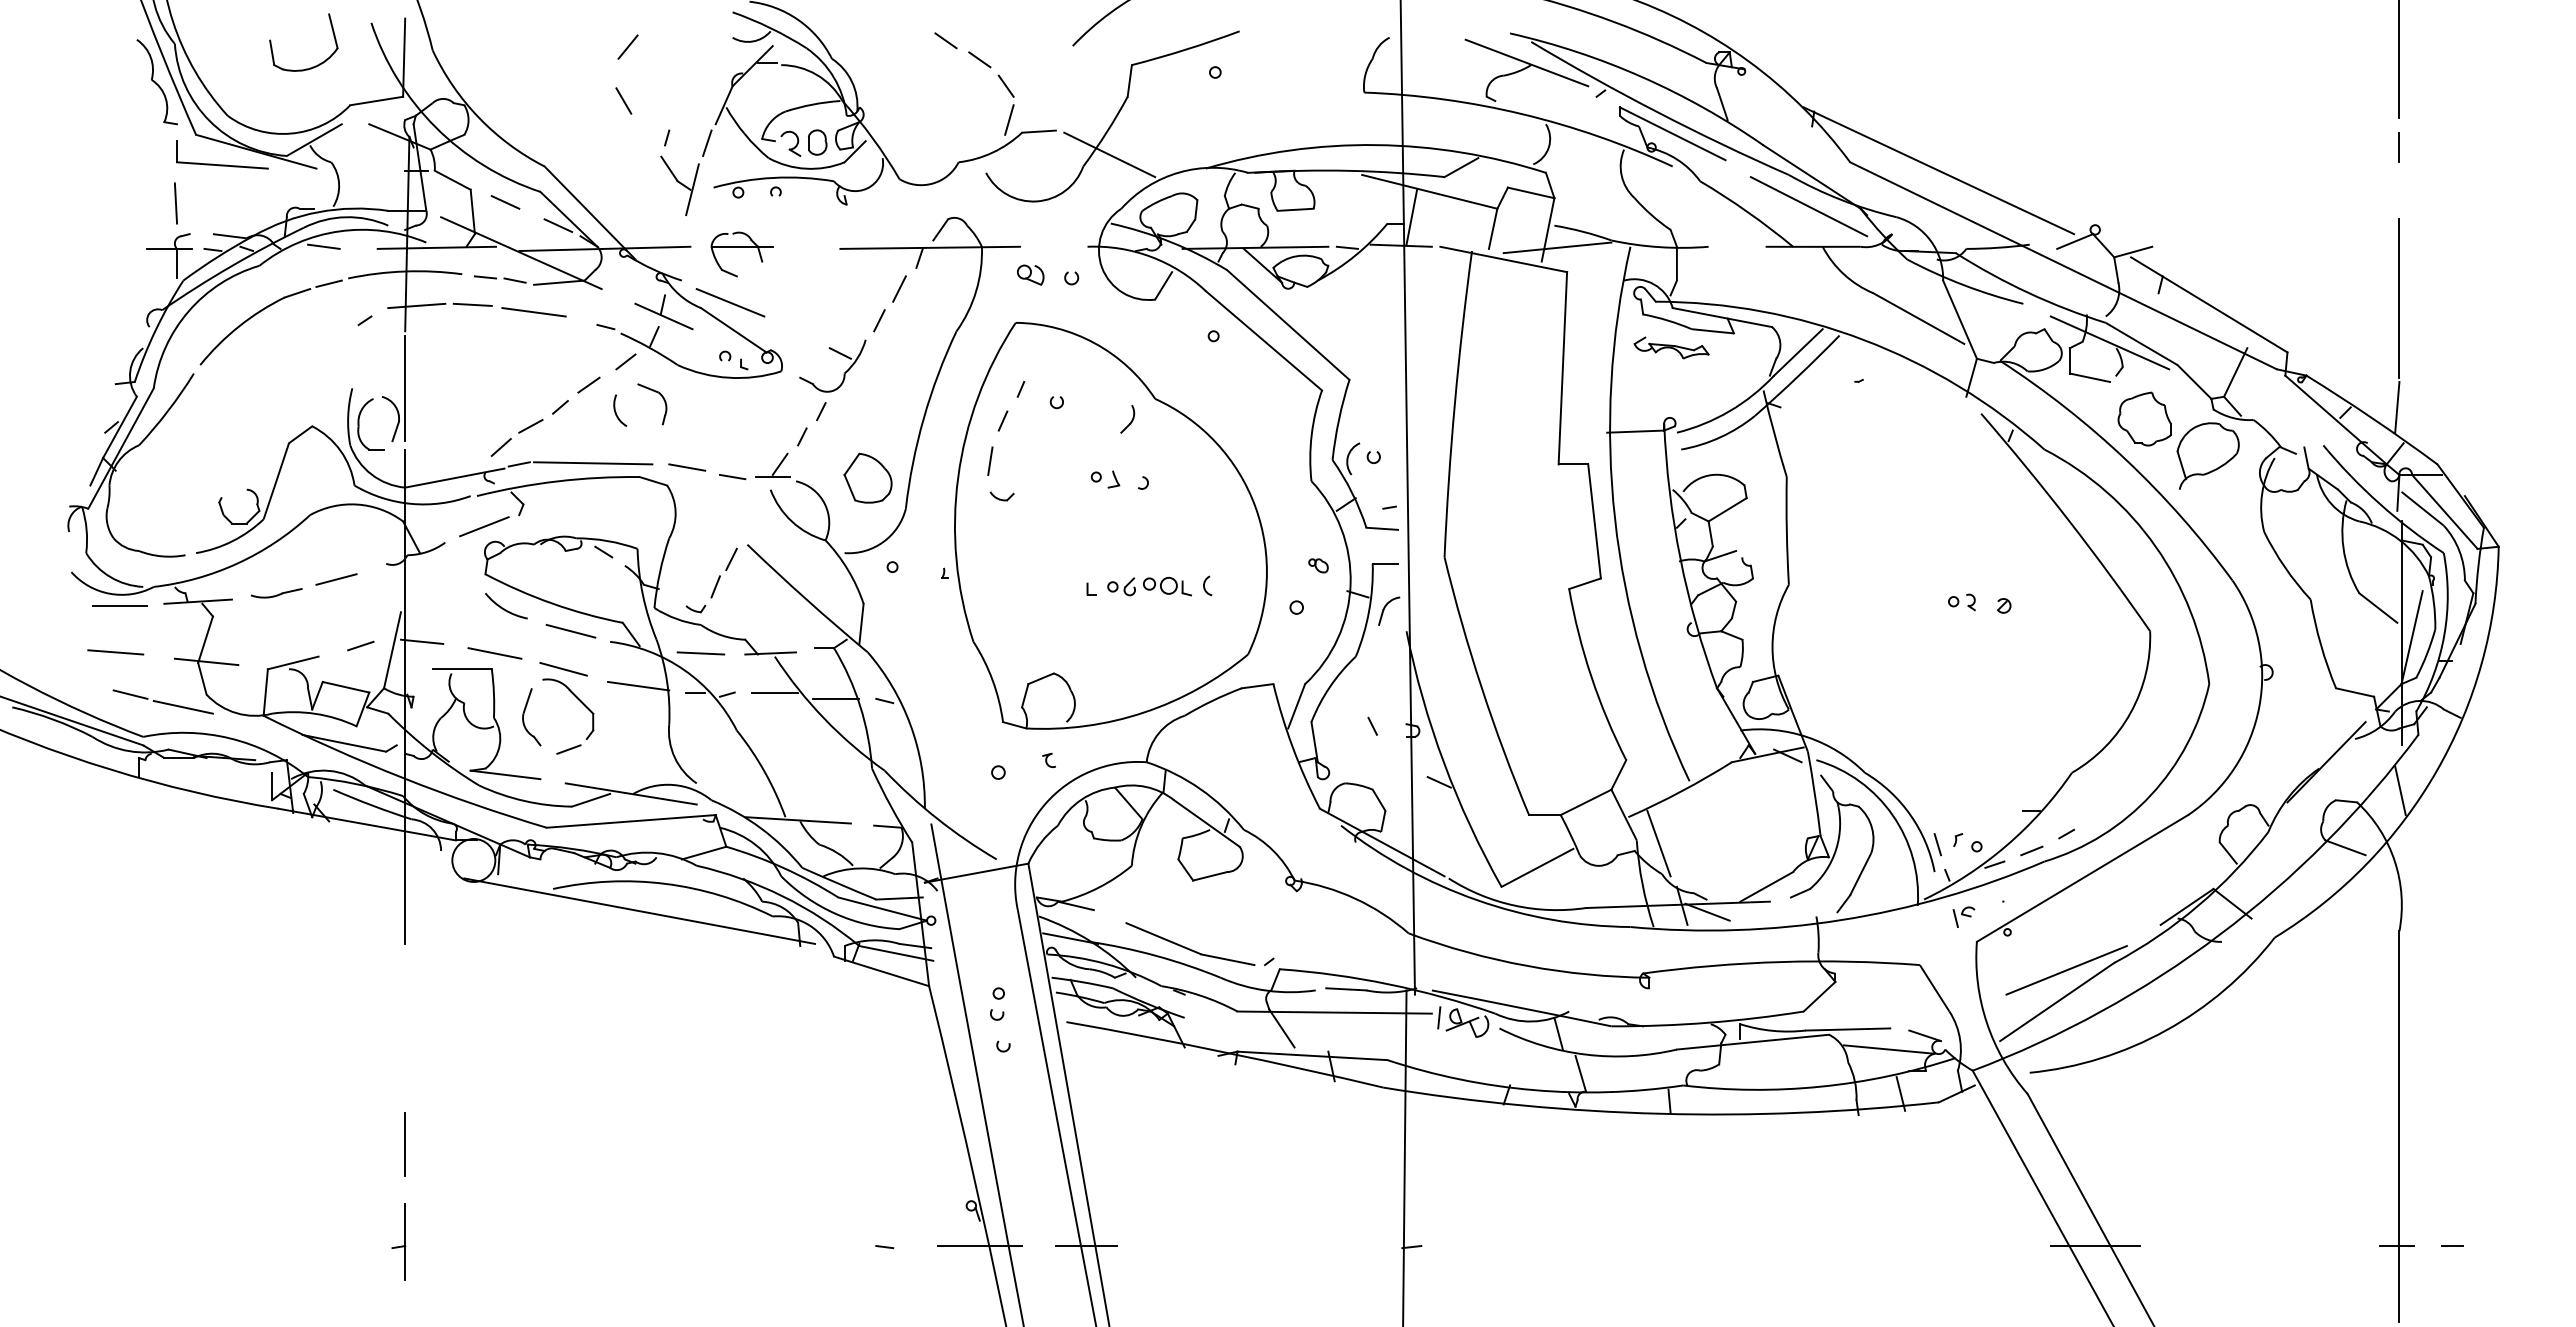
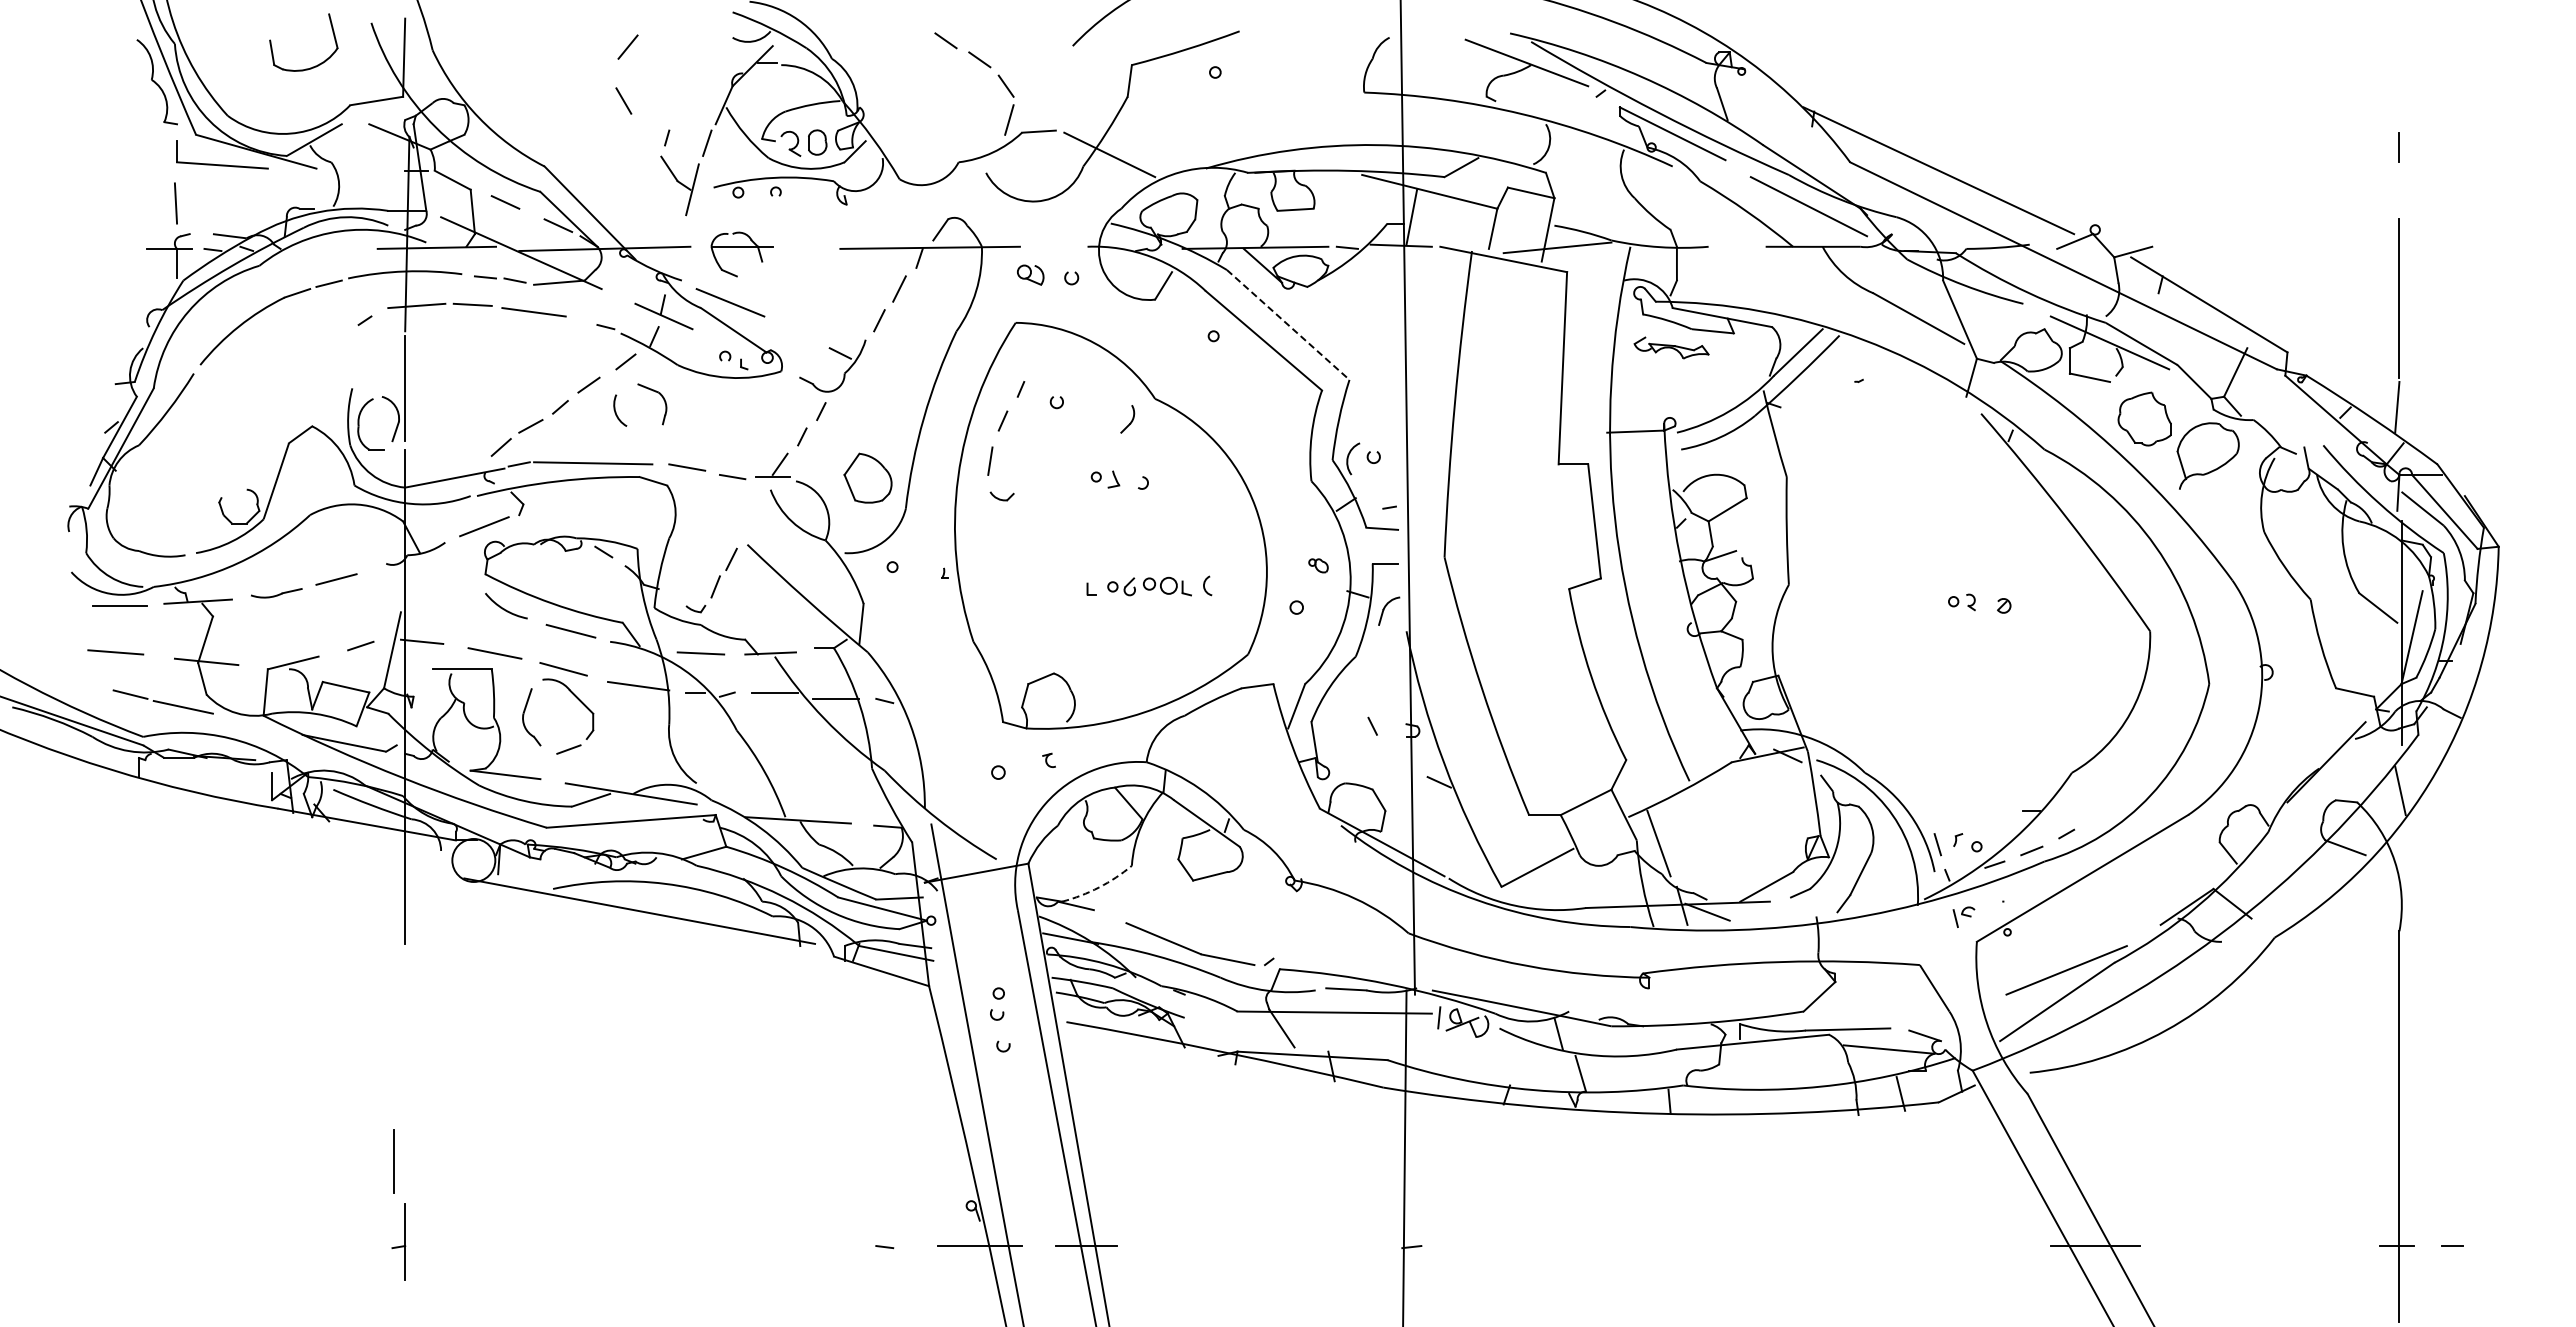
line at (2399, 59): present -> none
line at (323, 246): present -> none
line at (1288, 325): solid -> dashed
arc at (1099, 887): solid -> dashed
line at (404, 1144) position: (404, 1144) -> (393, 1161)
